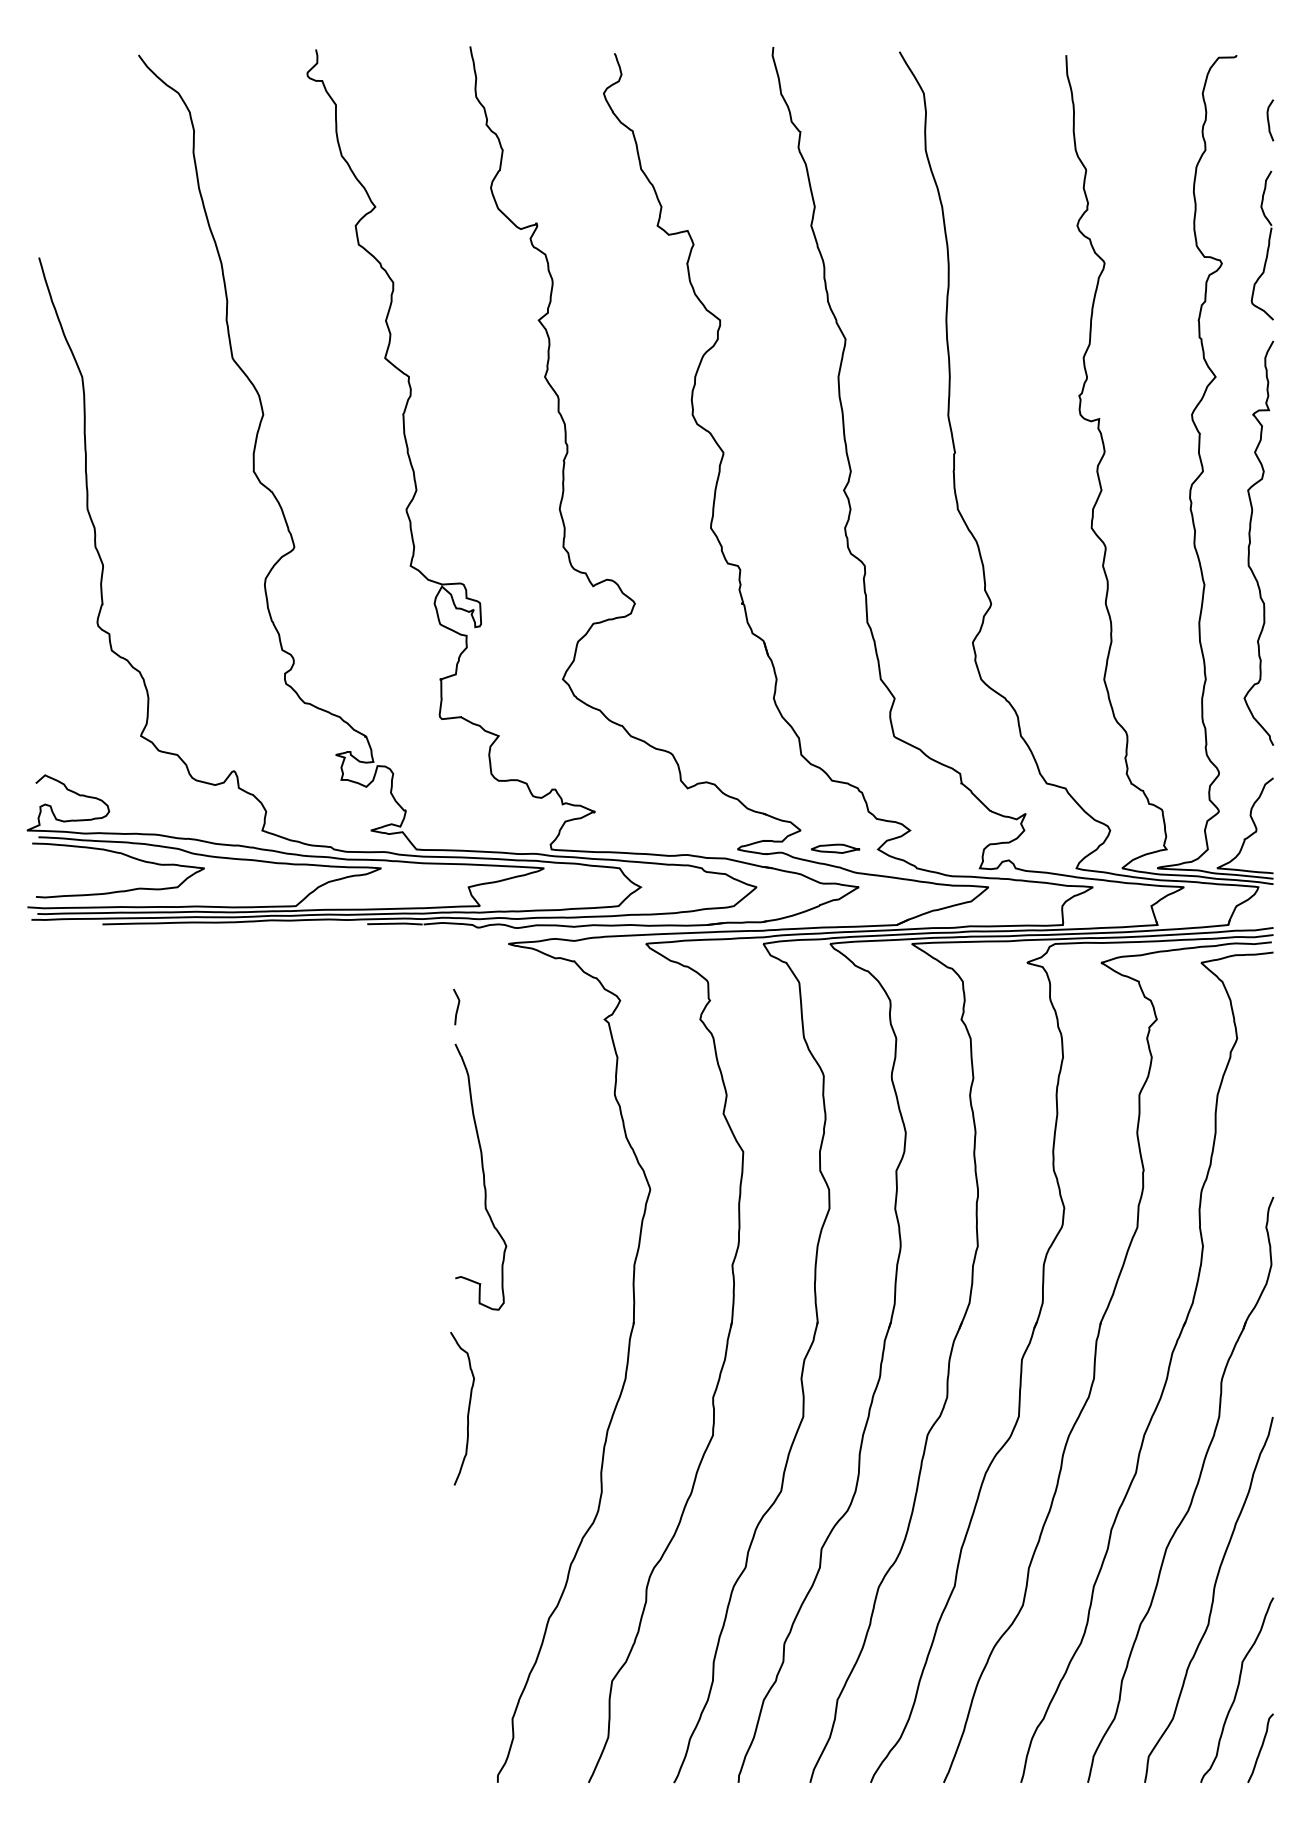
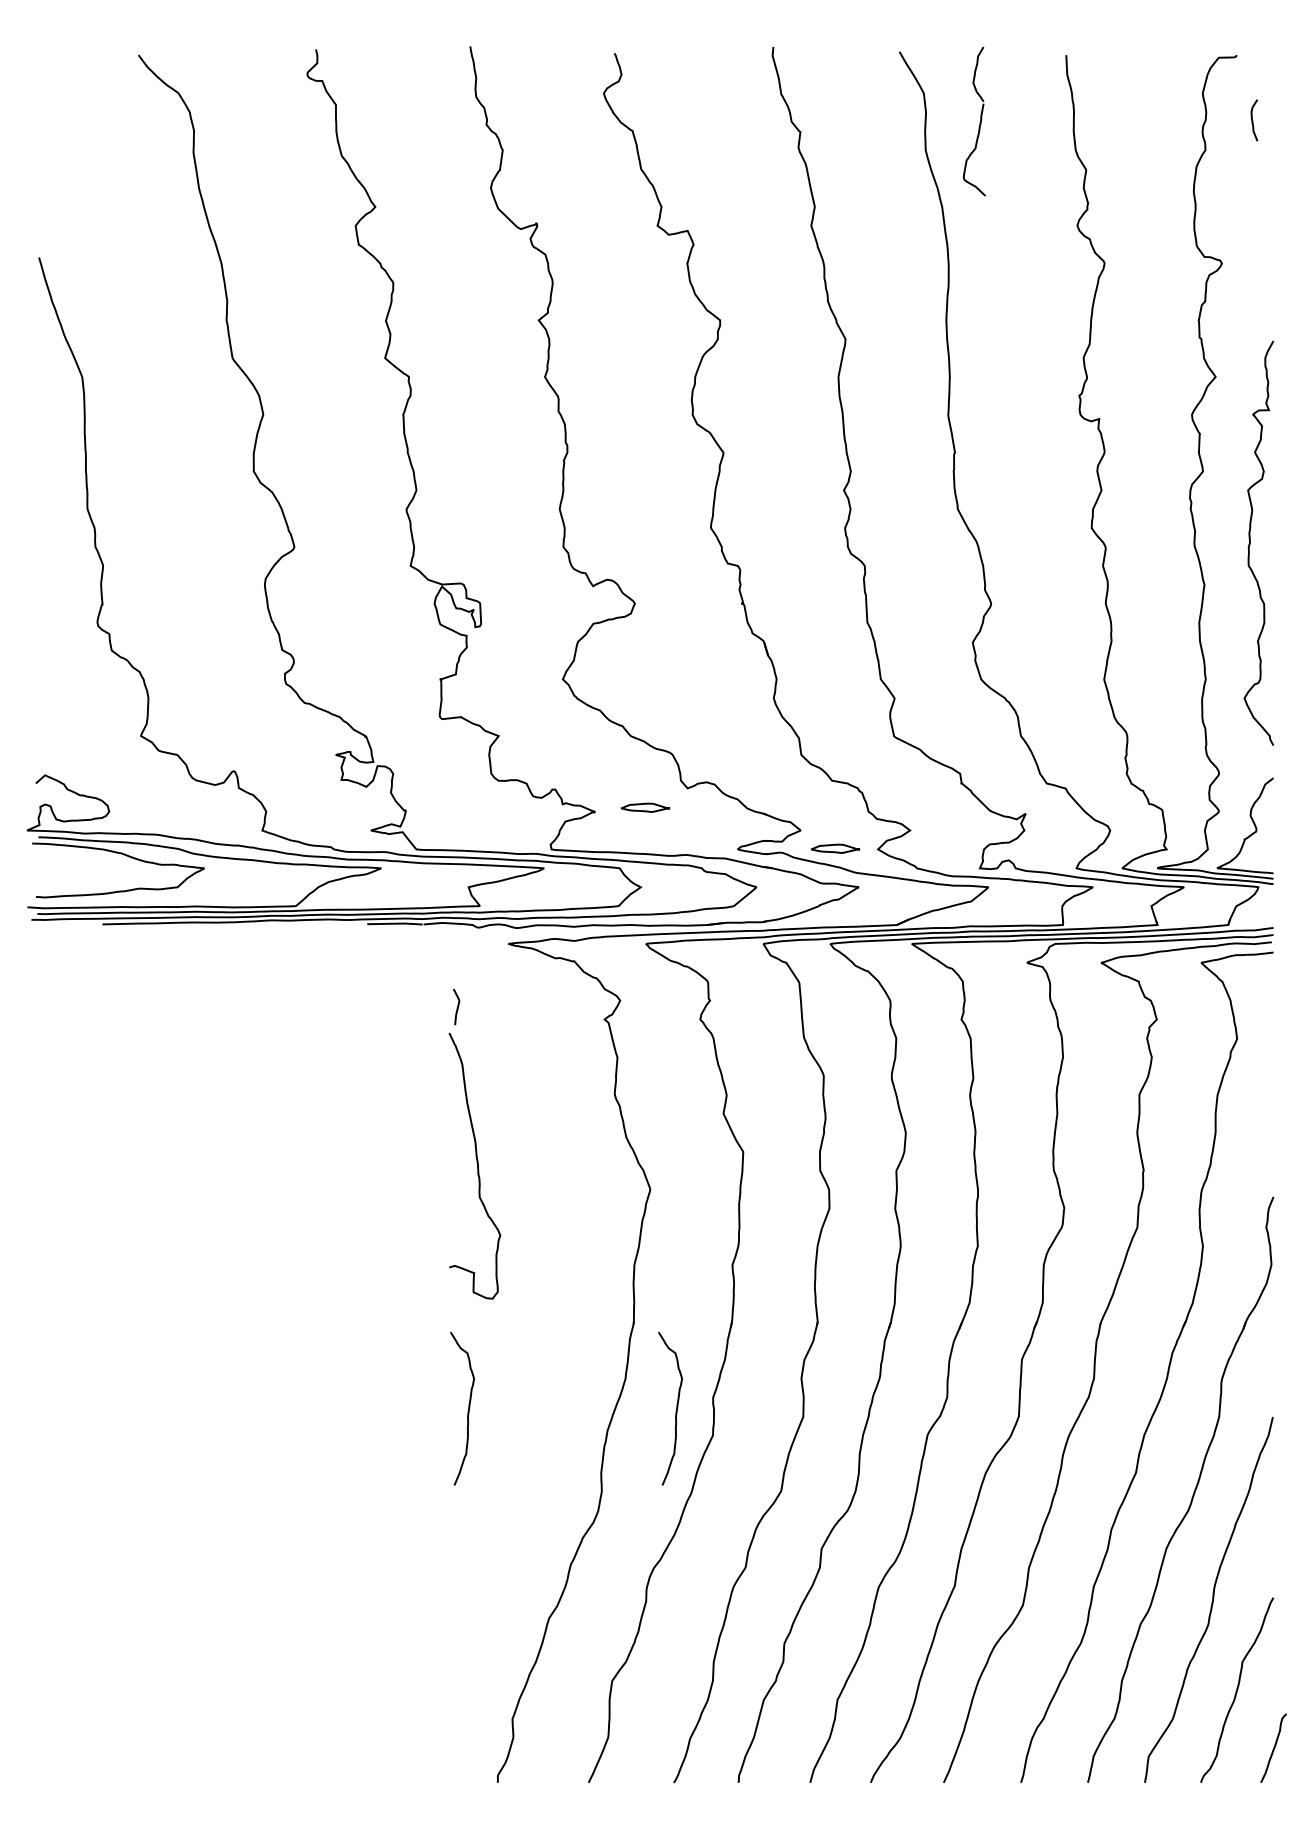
curve at (1269, 120) position: (1269, 120) -> (1253, 120)
part at (1267, 246) position: (1267, 246) -> (979, 122)
part at (645, 807): none -> present
curve at (483, 1176) position: (483, 1176) -> (477, 1165)
curve at (675, 1410): none -> present
curve at (1260, 1747) position: (1260, 1747) -> (1273, 1747)
